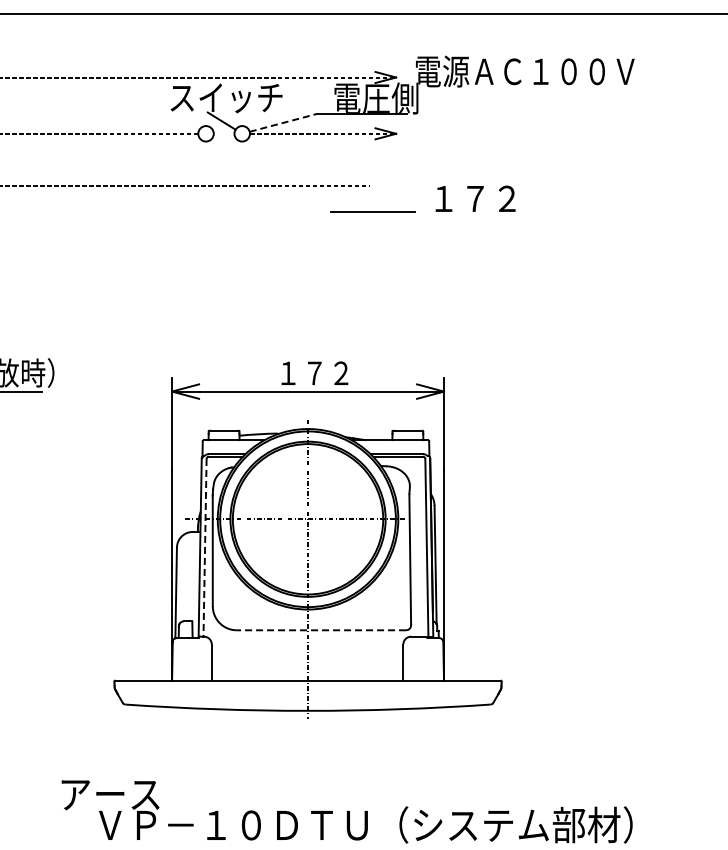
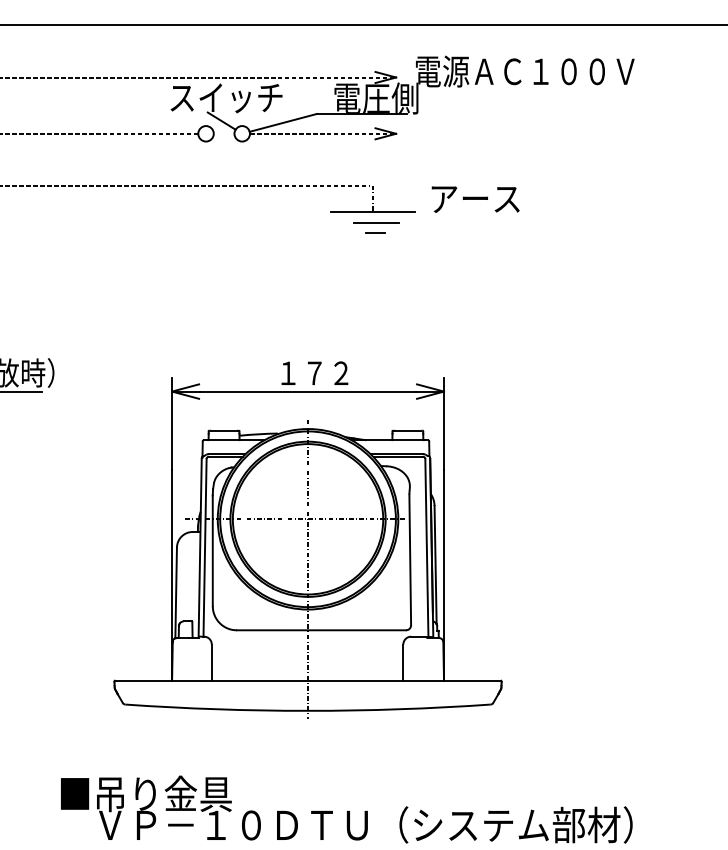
line at (363, 14) position: (363, 14) -> (363, 25)
line at (283, 122): dashed -> solid
line at (373, 198): none -> present
text at (475, 198): １７２ -> アース
line at (375, 222): none -> present
line at (375, 232): none -> present
line at (205, 547): dashed -> solid
line at (321, 630): dashed -> solid
text at (146, 793): アース -> ■吊り金具
